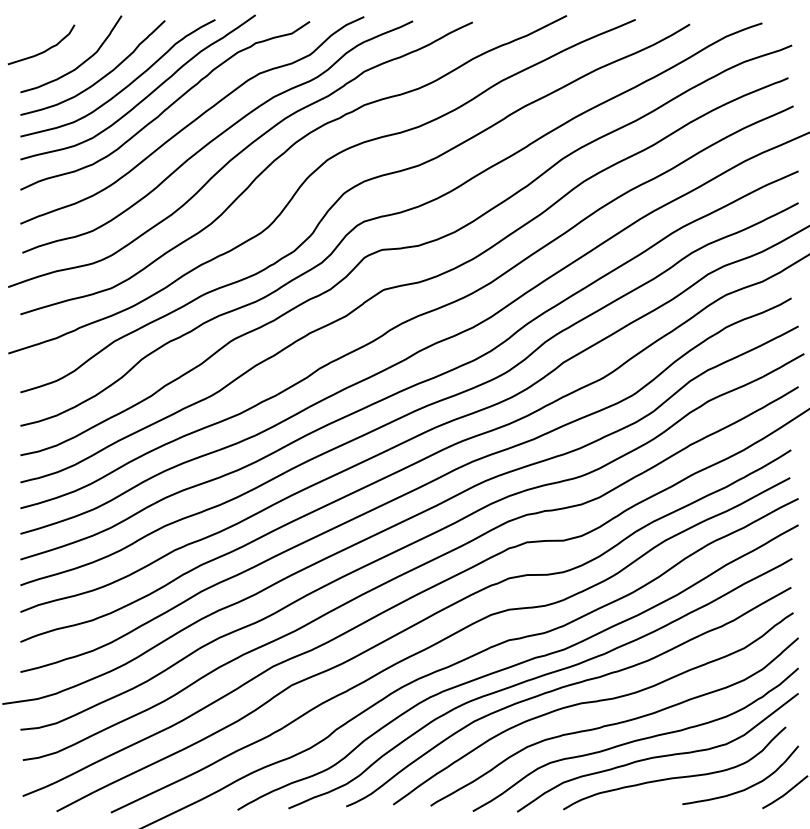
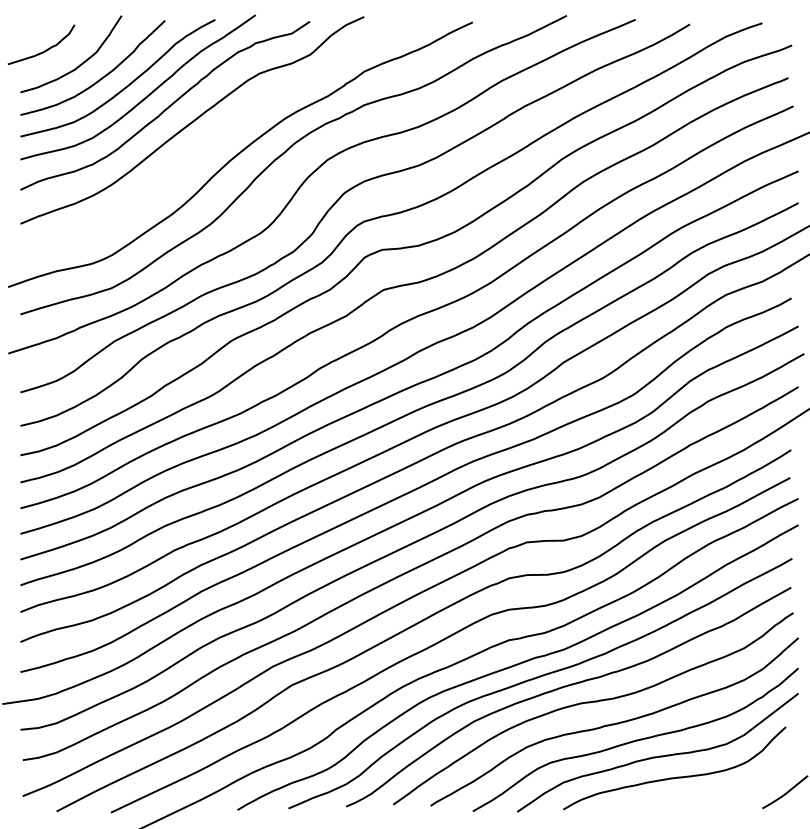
curve at (217, 136): present -> none
curve at (747, 787): present -> none
